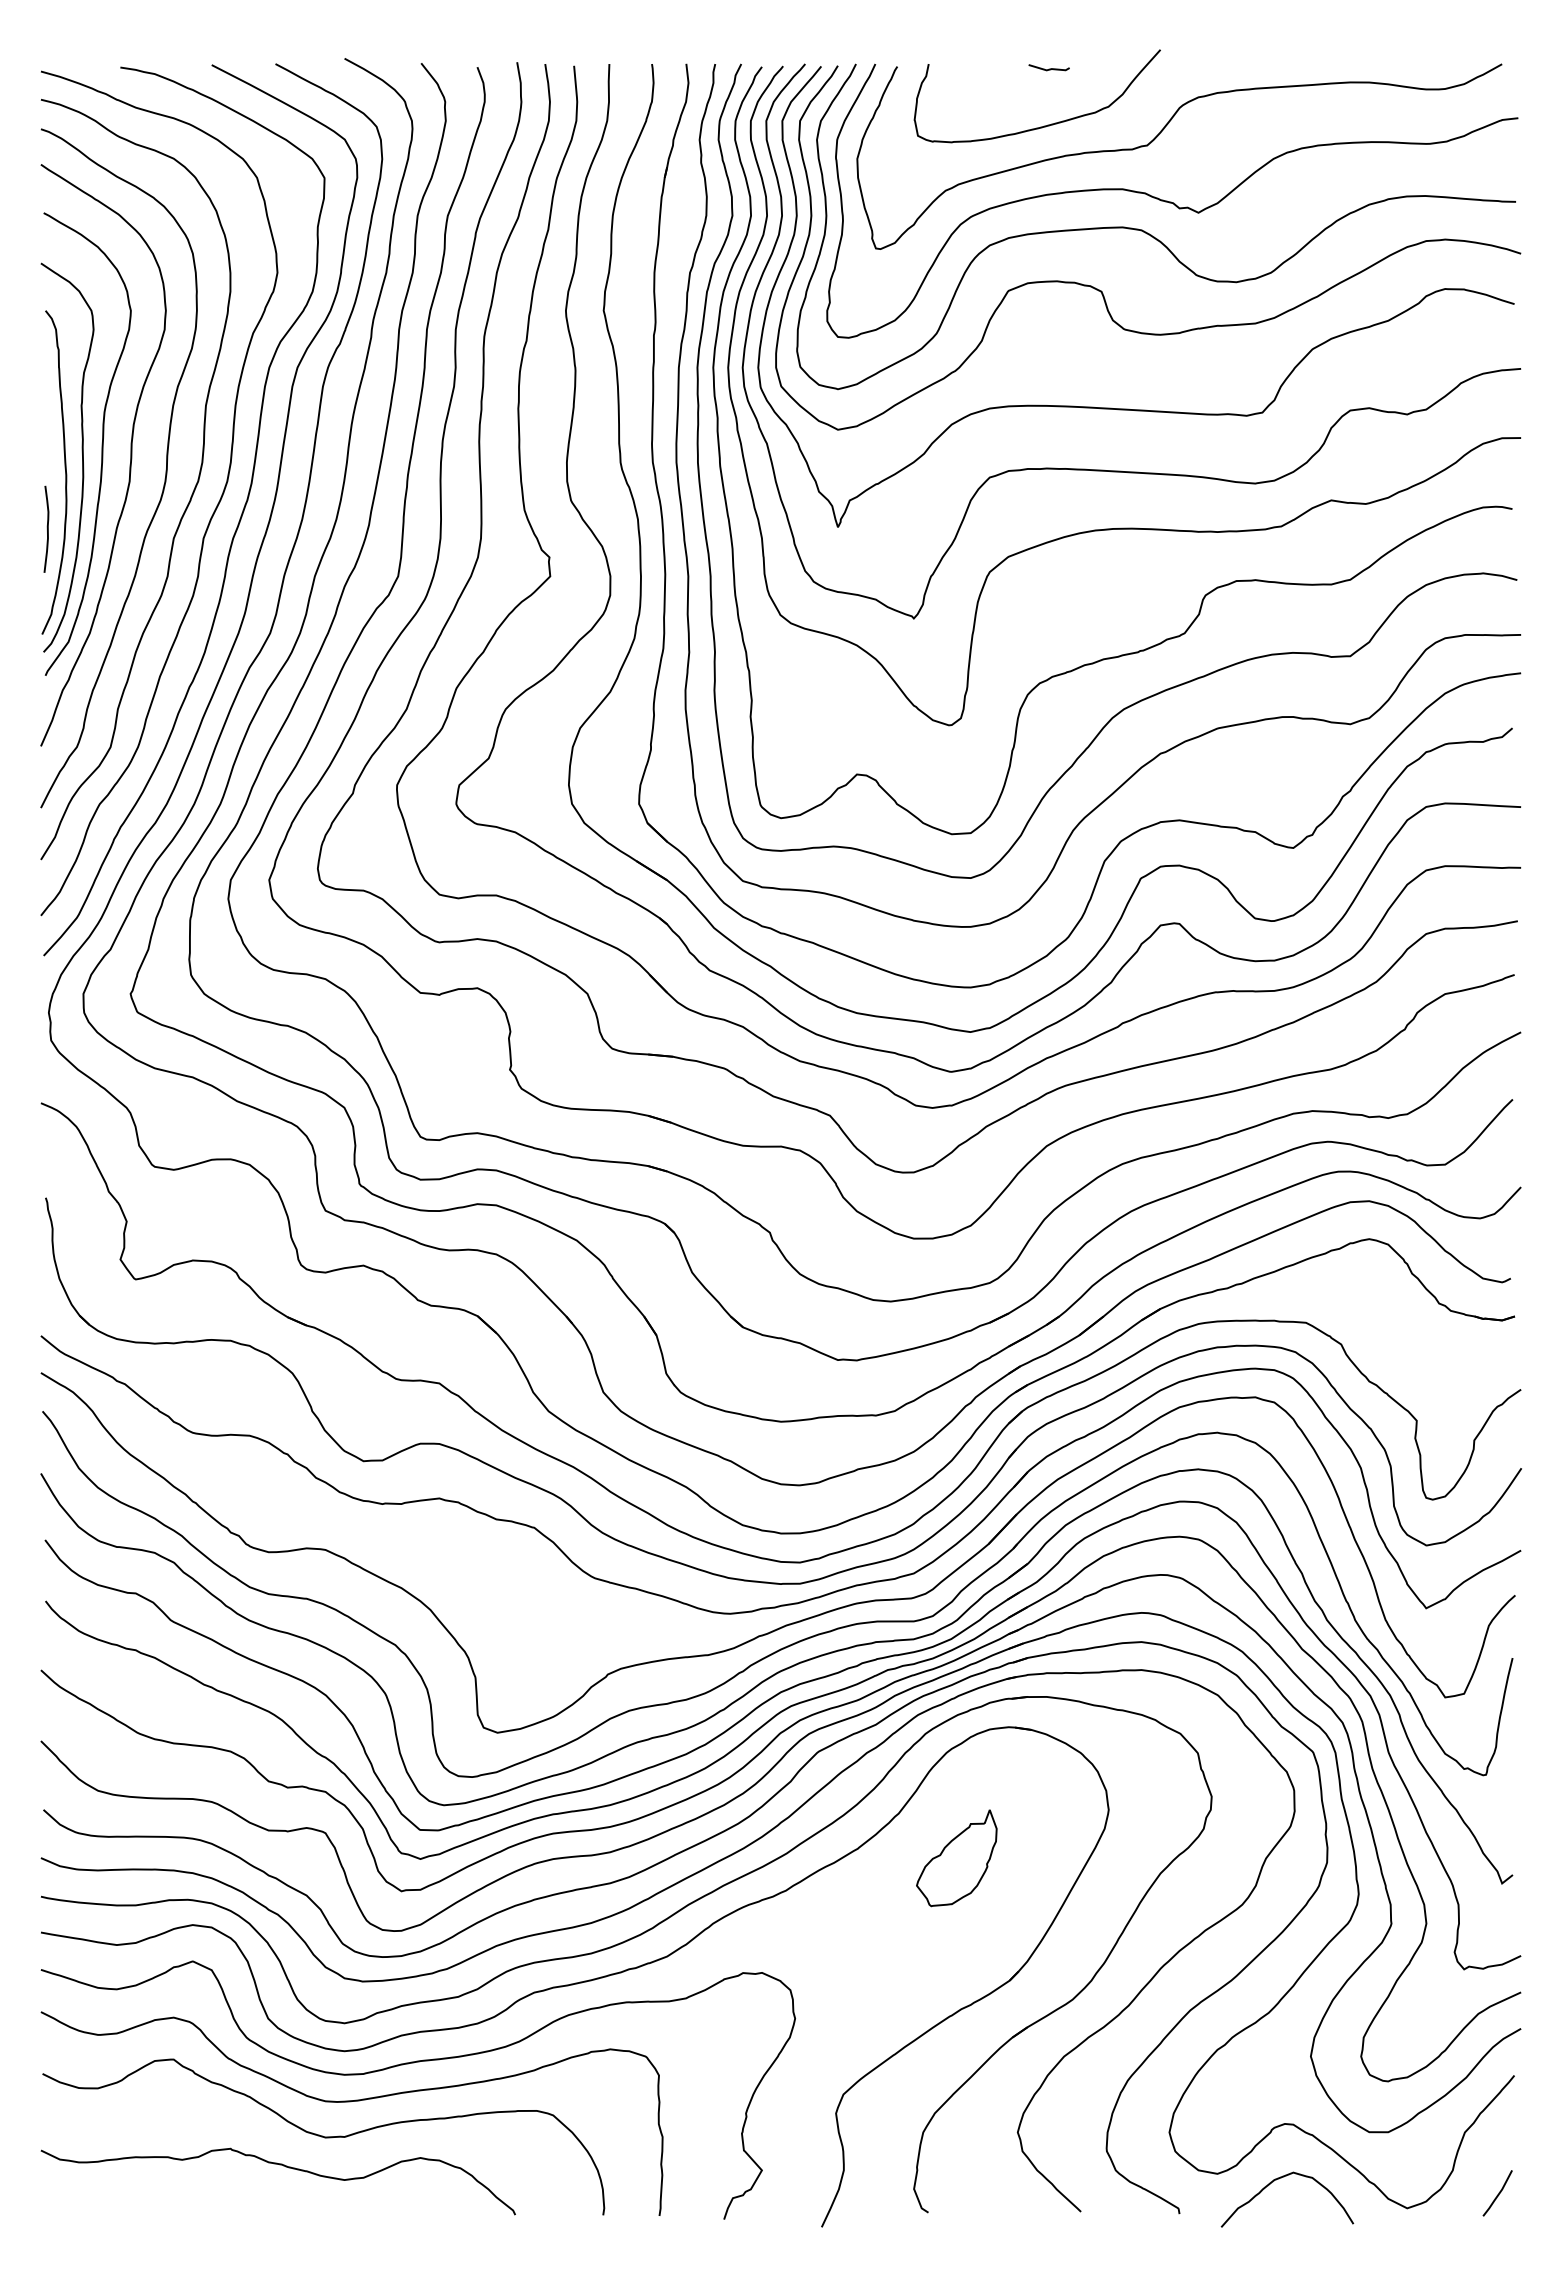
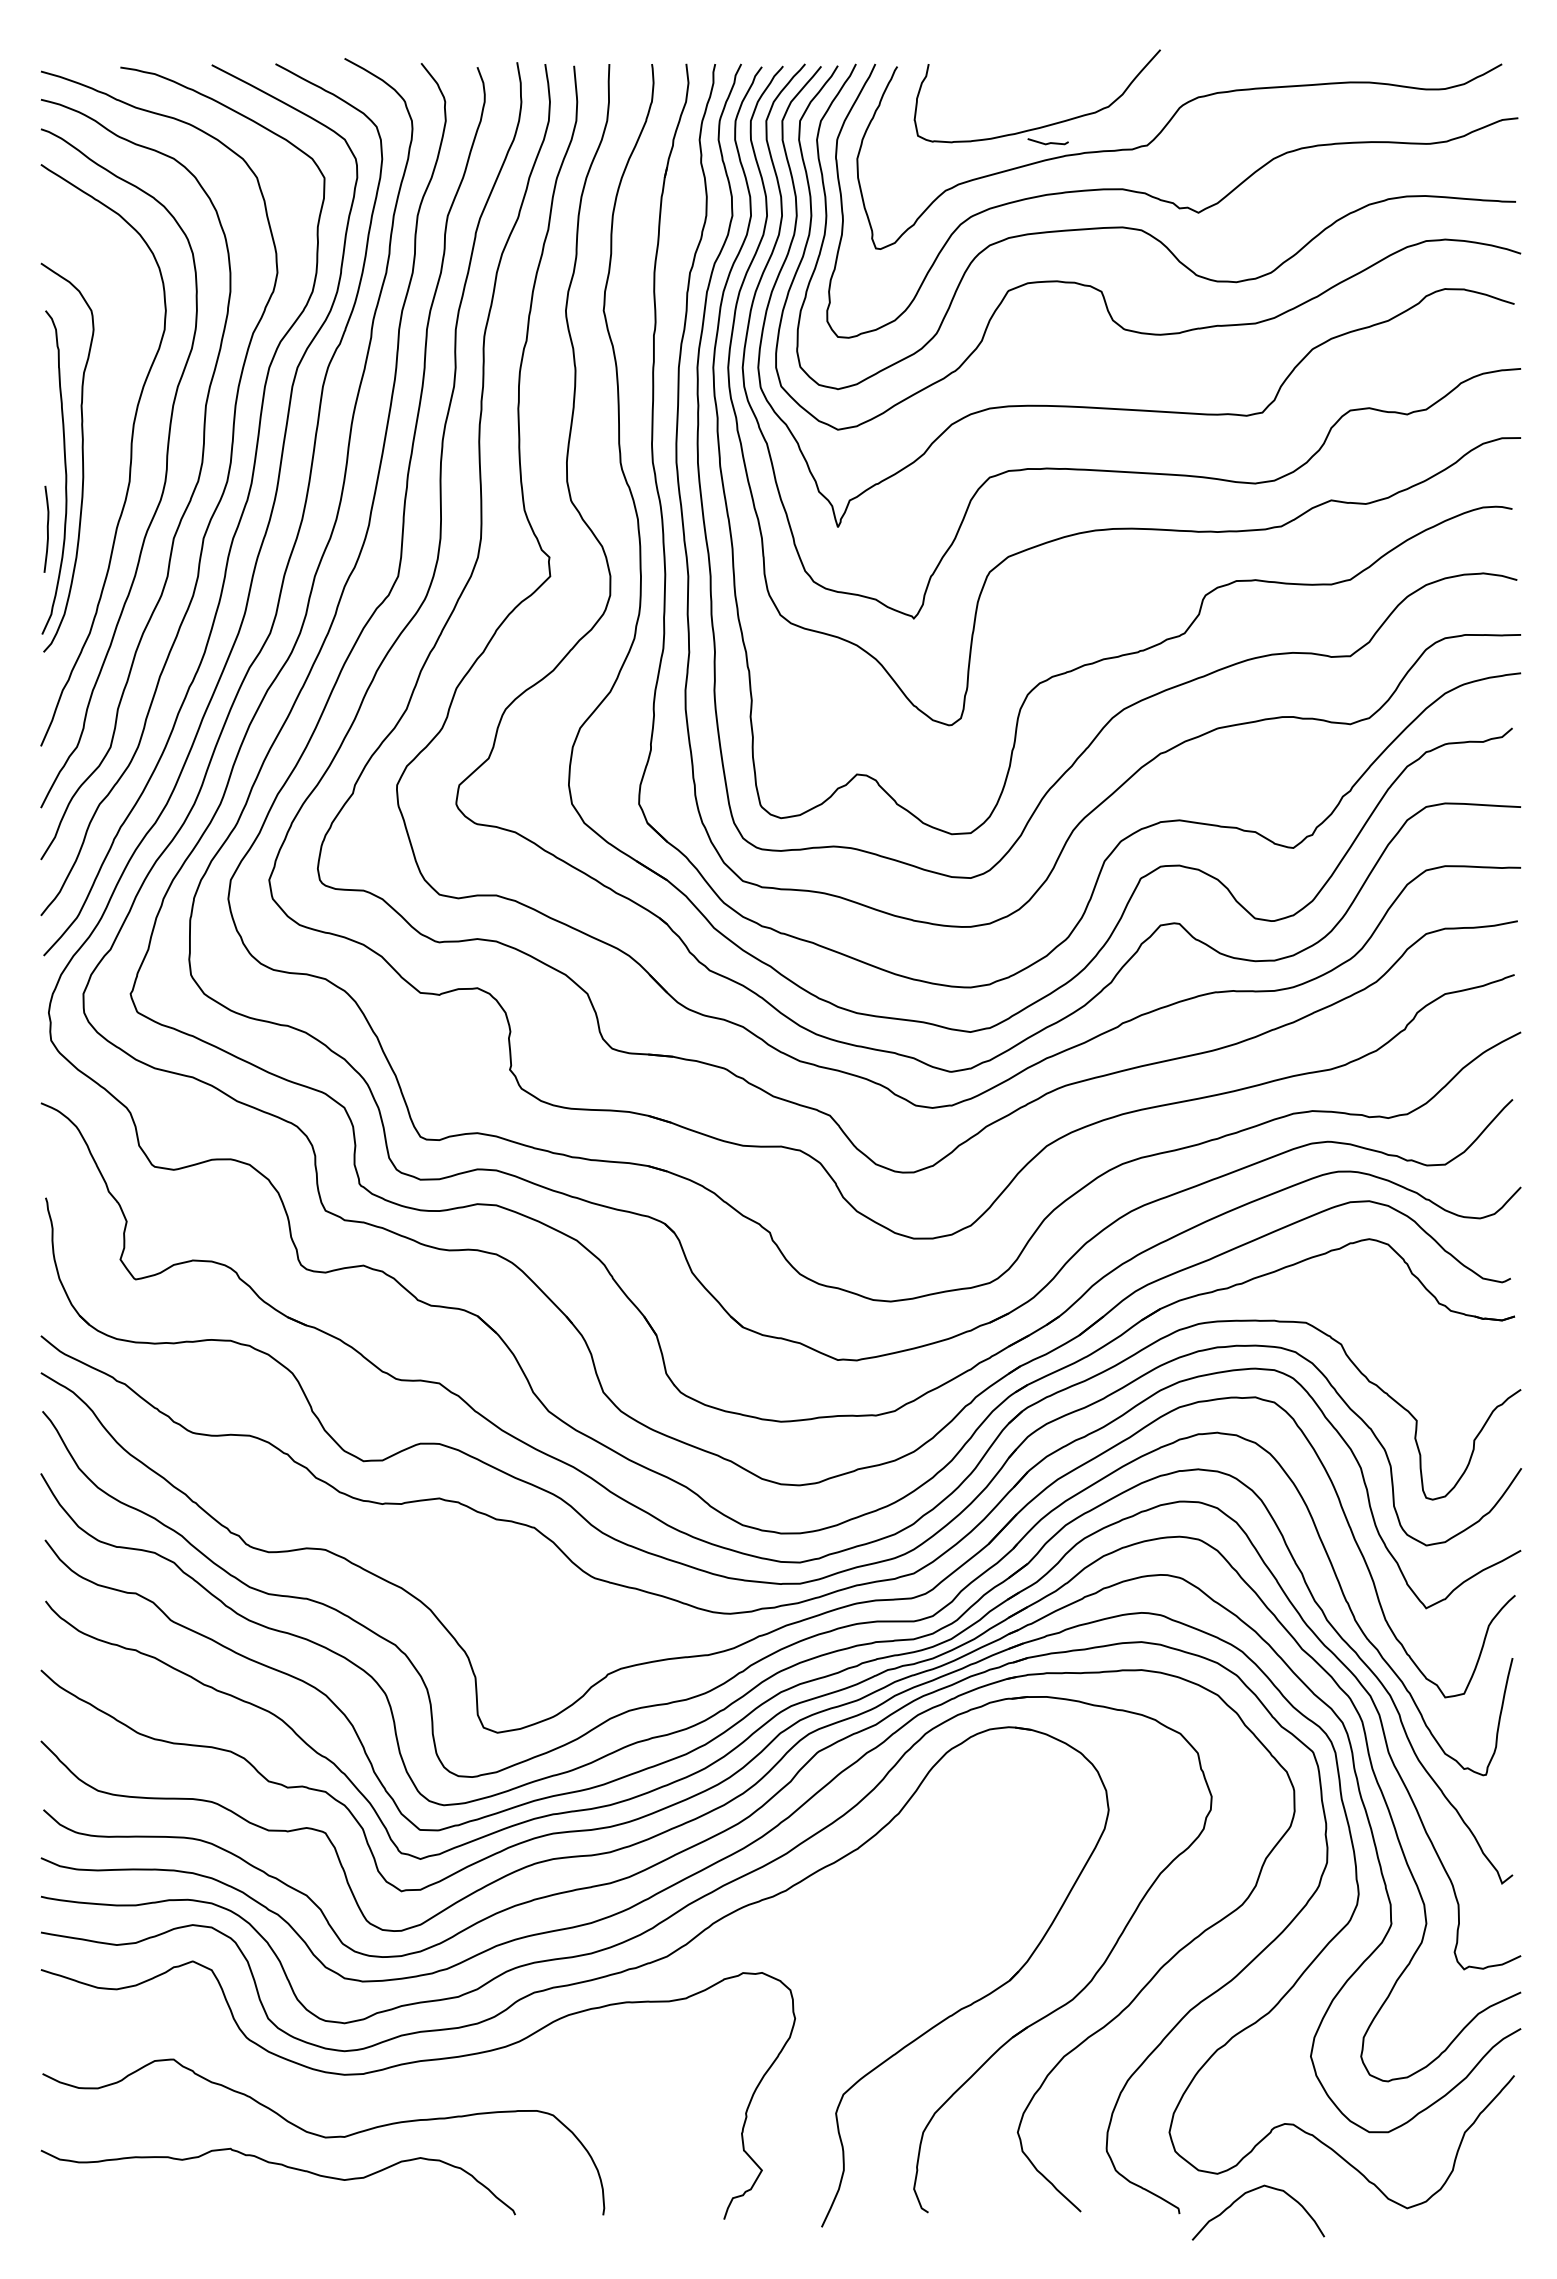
line at (1049, 68) position: (1049, 68) -> (1048, 142)
curve at (101, 443): present -> none
part at (956, 1858): present -> none
curve at (350, 2102): present -> none
curve at (1281, 2178) position: (1281, 2178) -> (1252, 2191)
line at (1498, 2193): present -> none
